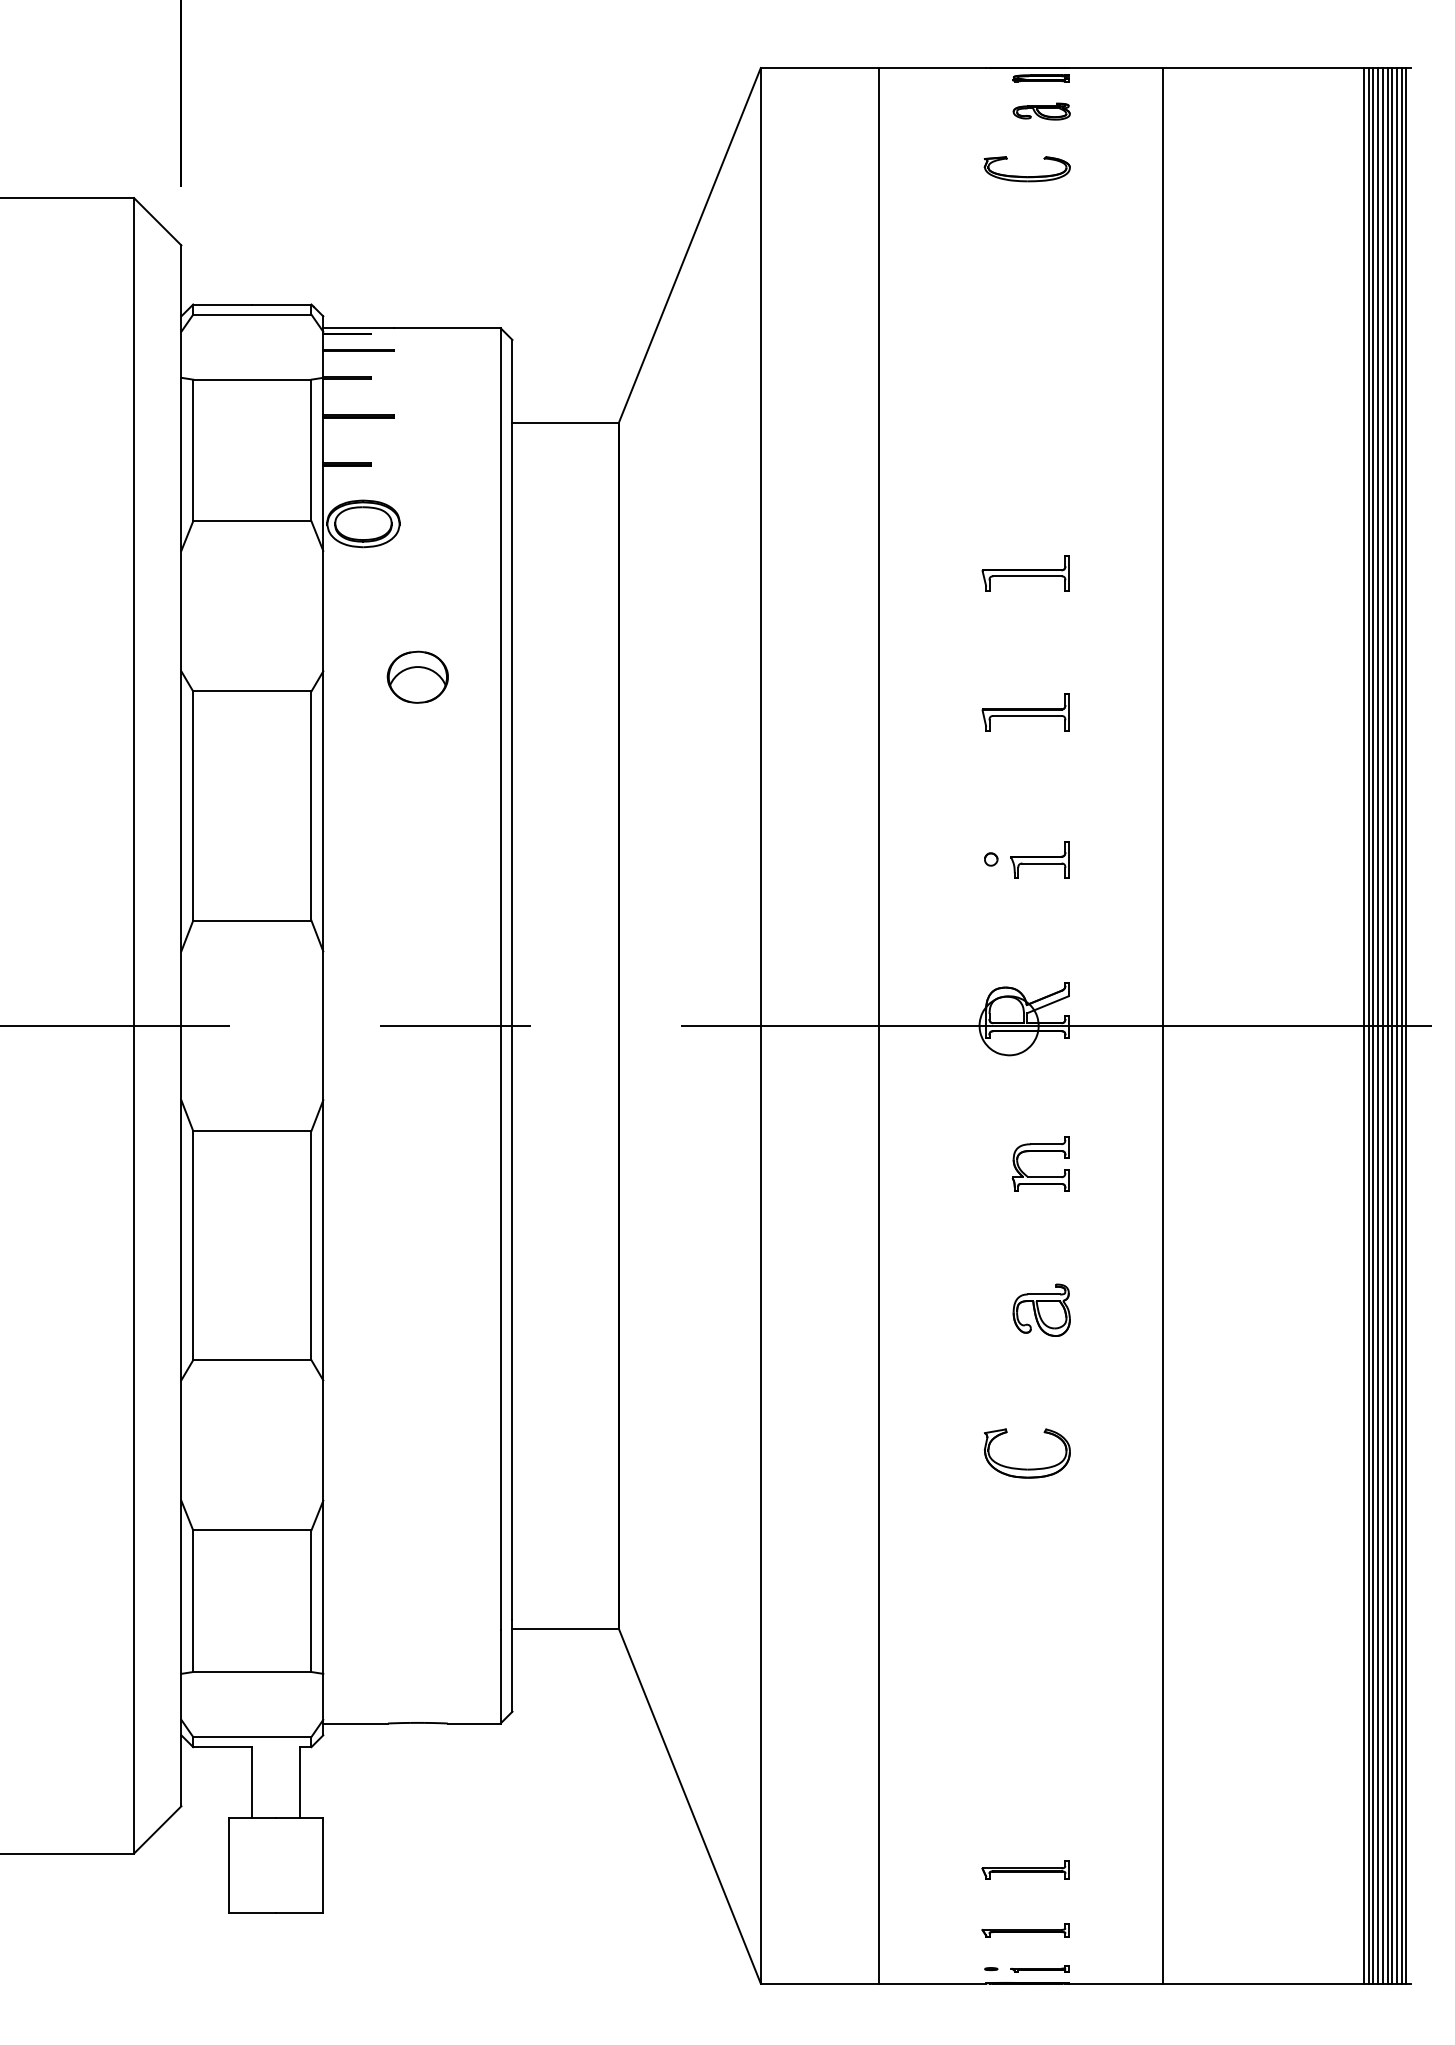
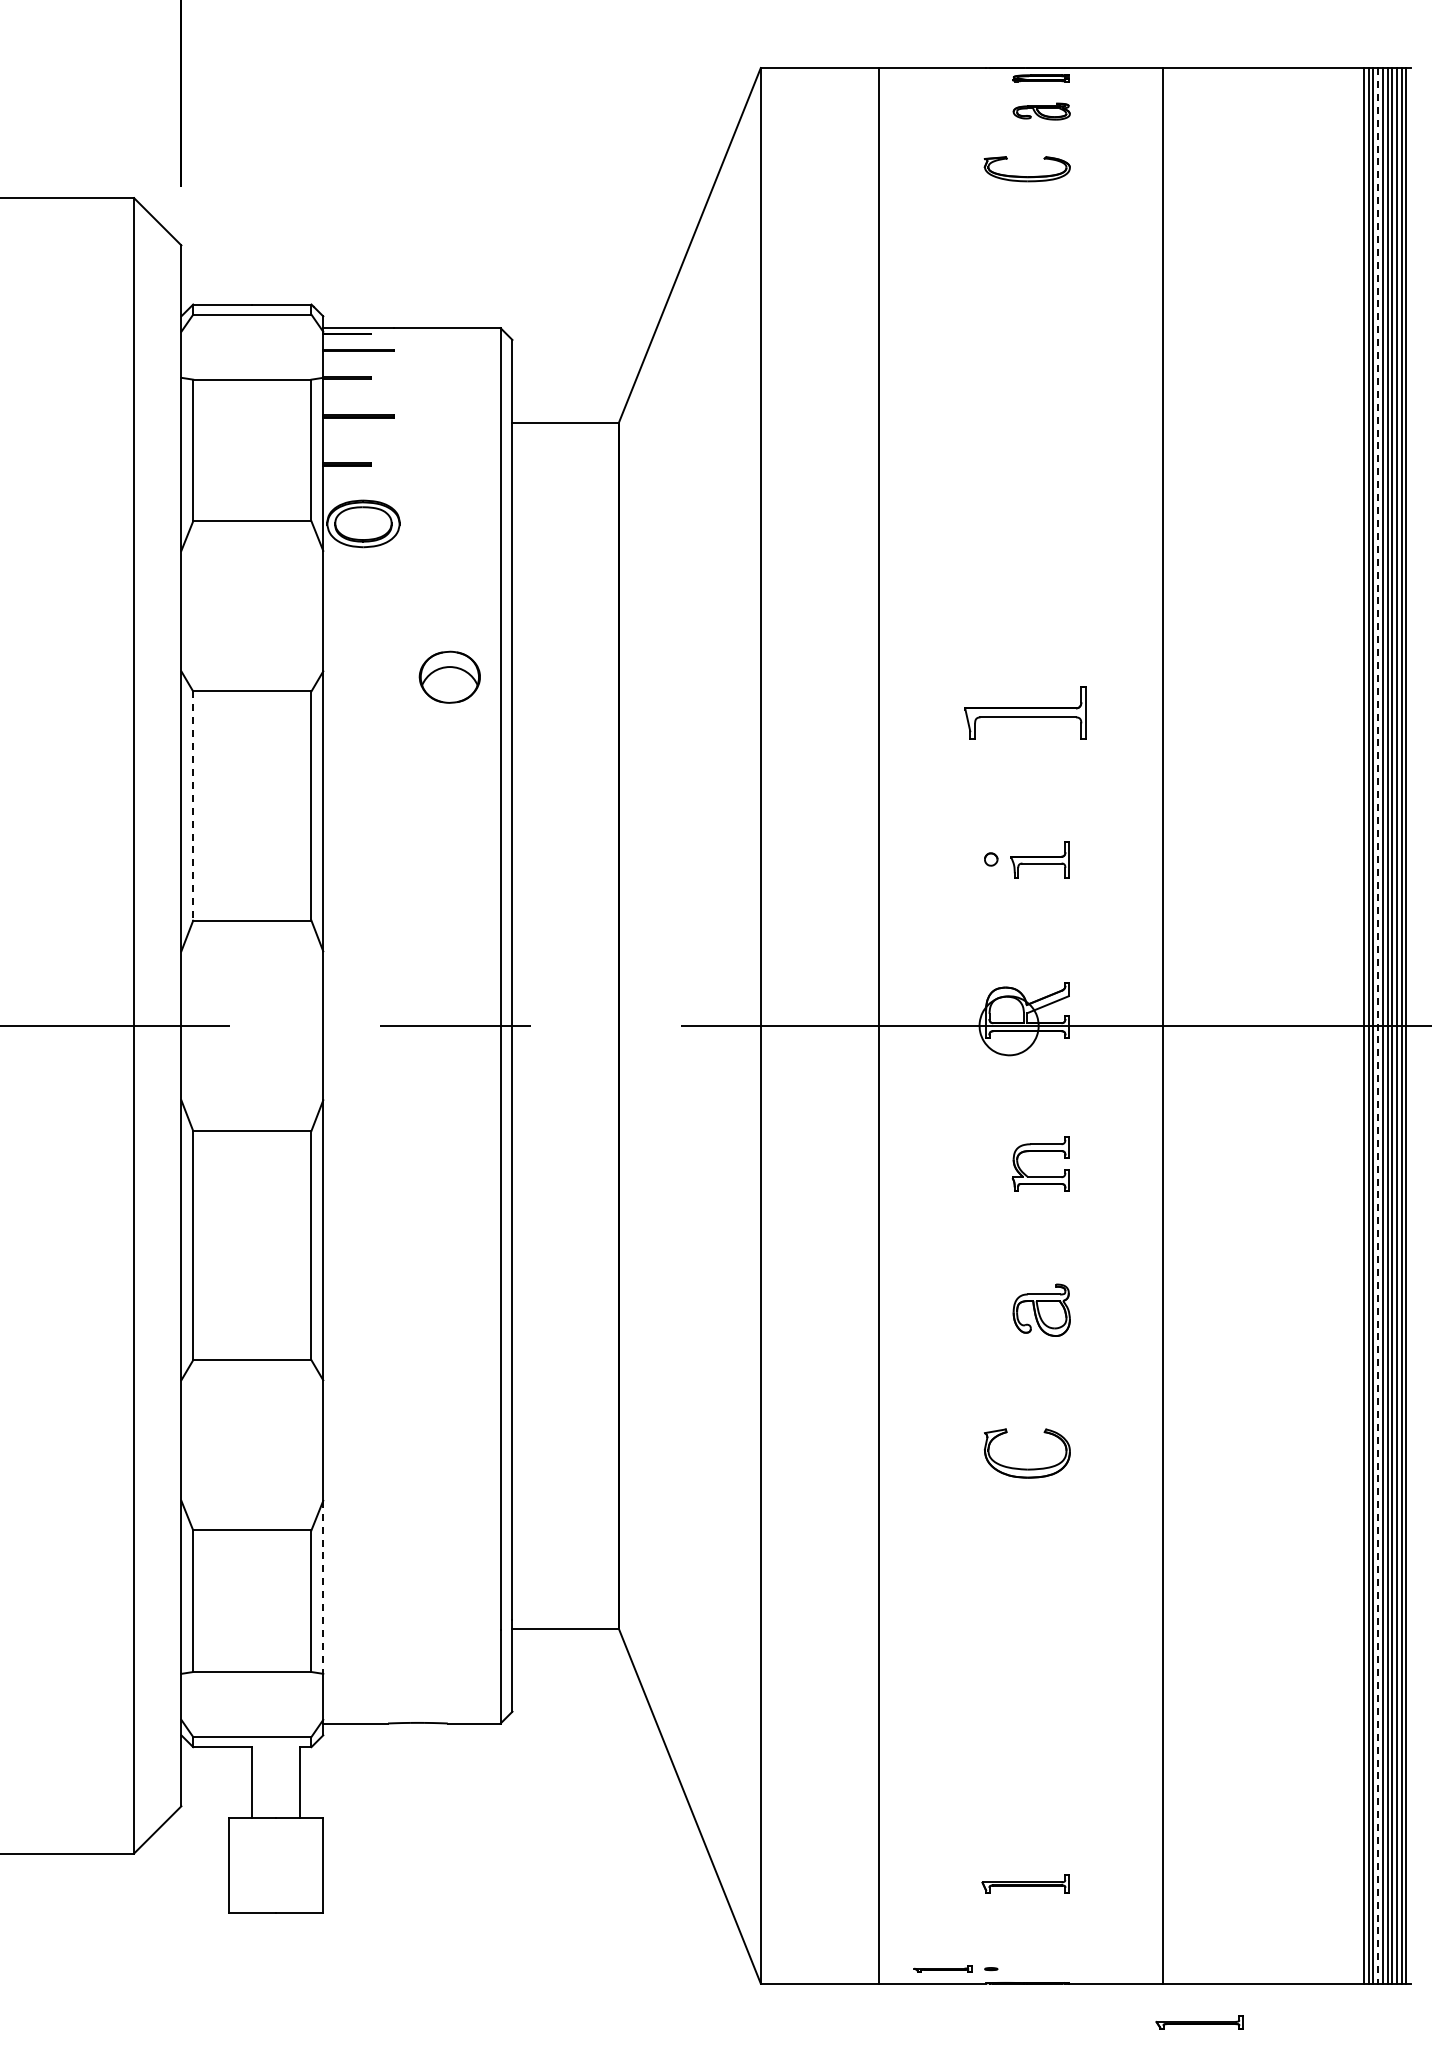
part at (1025, 573): present -> none
part at (417, 676) position: (417, 676) -> (449, 676)
part at (1025, 712) size: 89x39 px -> 123x54 px
line at (193, 806): solid -> dashed
line at (1378, 1025): solid -> dashed
line at (323, 1587): solid -> dashed
part at (1025, 1869) position: (1025, 1869) -> (1025, 1883)
part at (1025, 1930) position: (1025, 1930) -> (1199, 2022)
part at (1039, 1968) position: (1039, 1968) -> (942, 1968)
